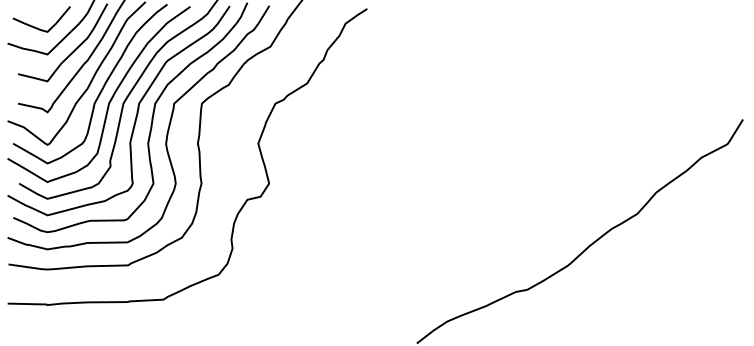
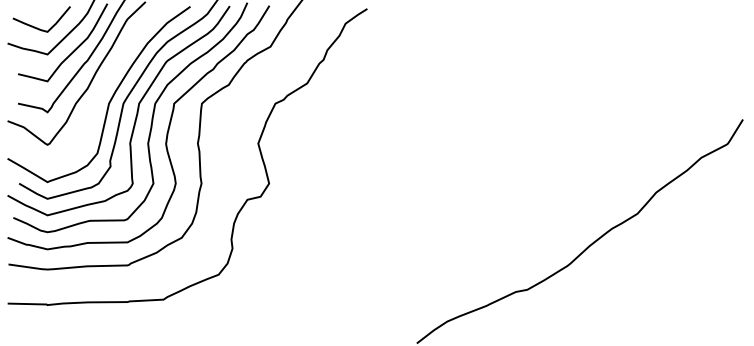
curve at (100, 90): present -> none
